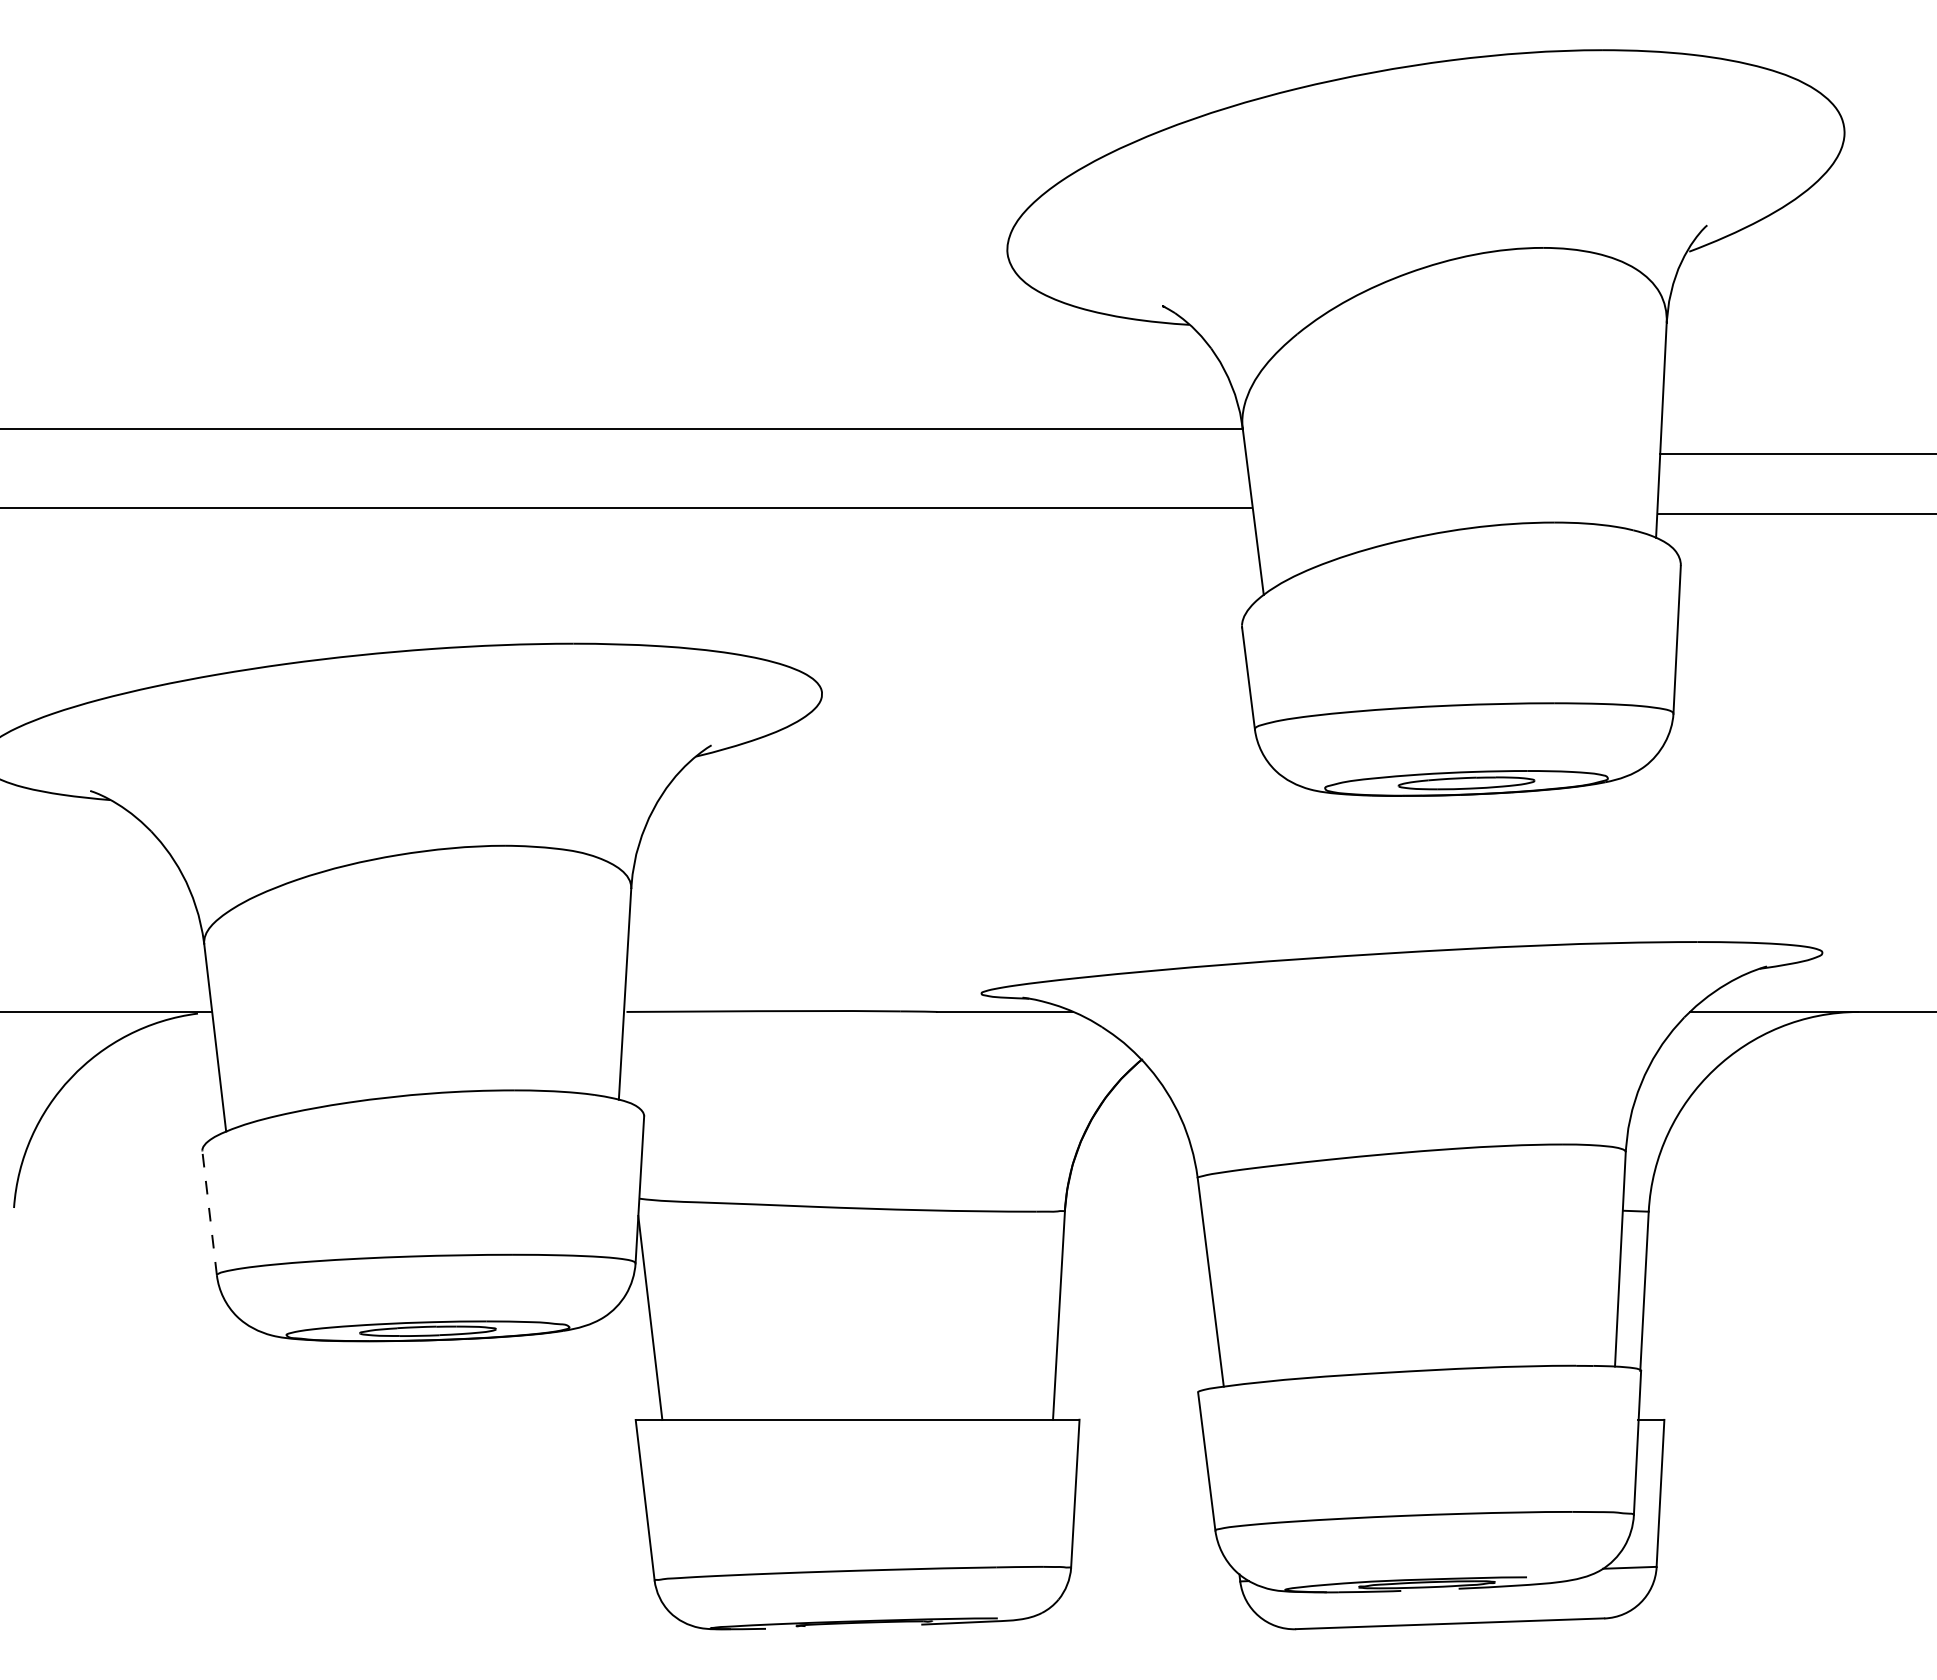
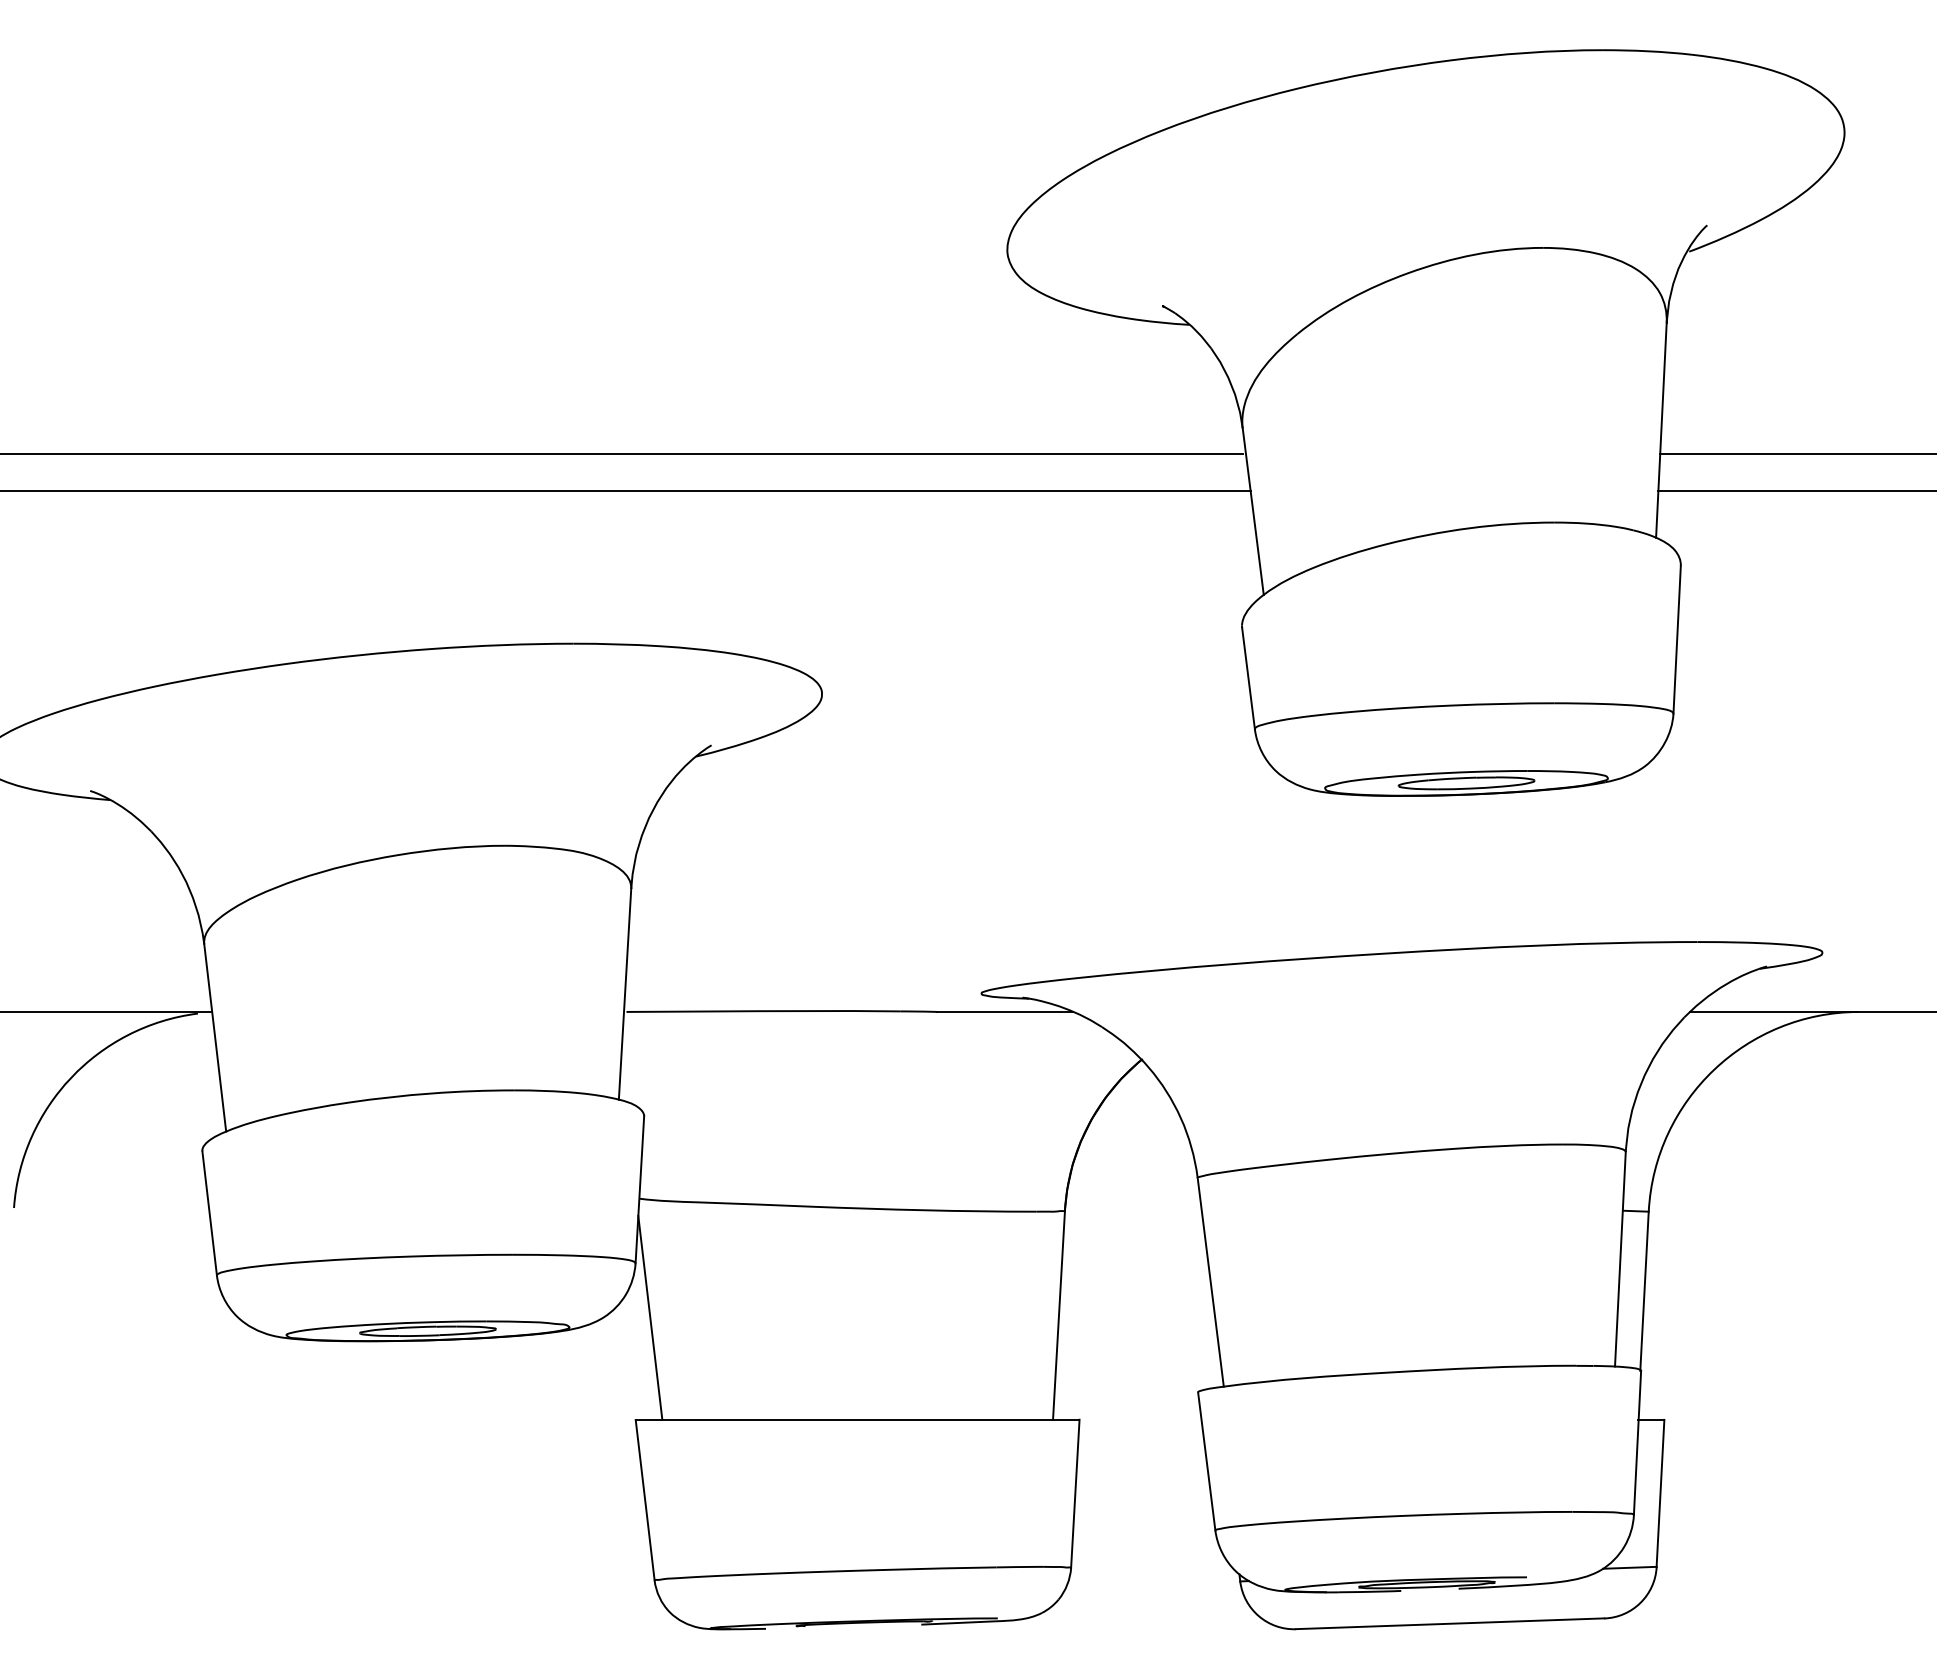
line at (622, 428) position: (622, 428) -> (622, 453)
line at (626, 507) position: (626, 507) -> (626, 490)
line at (1795, 513) position: (1795, 513) -> (1795, 490)
line at (209, 1213): dashed -> solid
